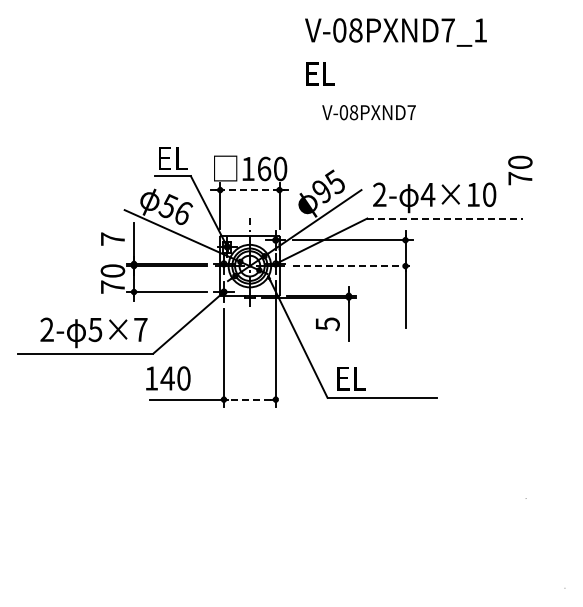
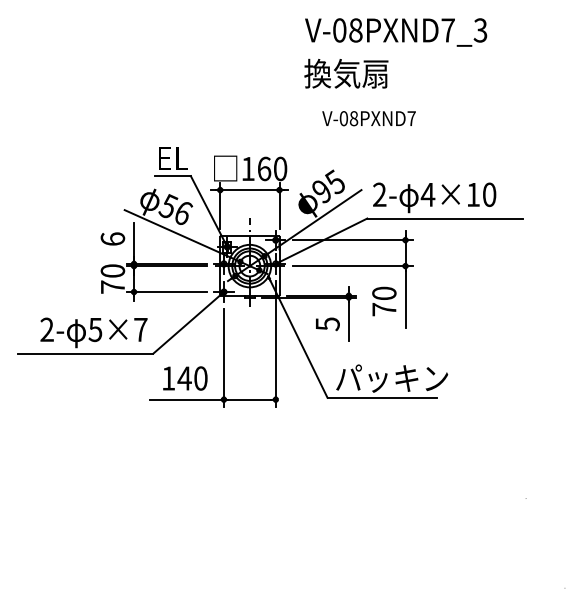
text at (480, 30): V-08PXND7_1 -> V-08PXND7_3
text at (346, 73): EL -> 換気扇
text at (368, 112) position: (368, 112) -> (368, 118)
text at (520, 170) position: (520, 170) -> (384, 301)
line at (249, 190): dashed -> solid
line at (444, 218): dashed -> solid
text at (112, 238): 7 -> 6
line at (353, 266): dashed -> solid
text at (168, 378) position: (168, 378) -> (185, 378)
text at (392, 378): EL -> パッキン
line at (249, 399): dashed -> solid
